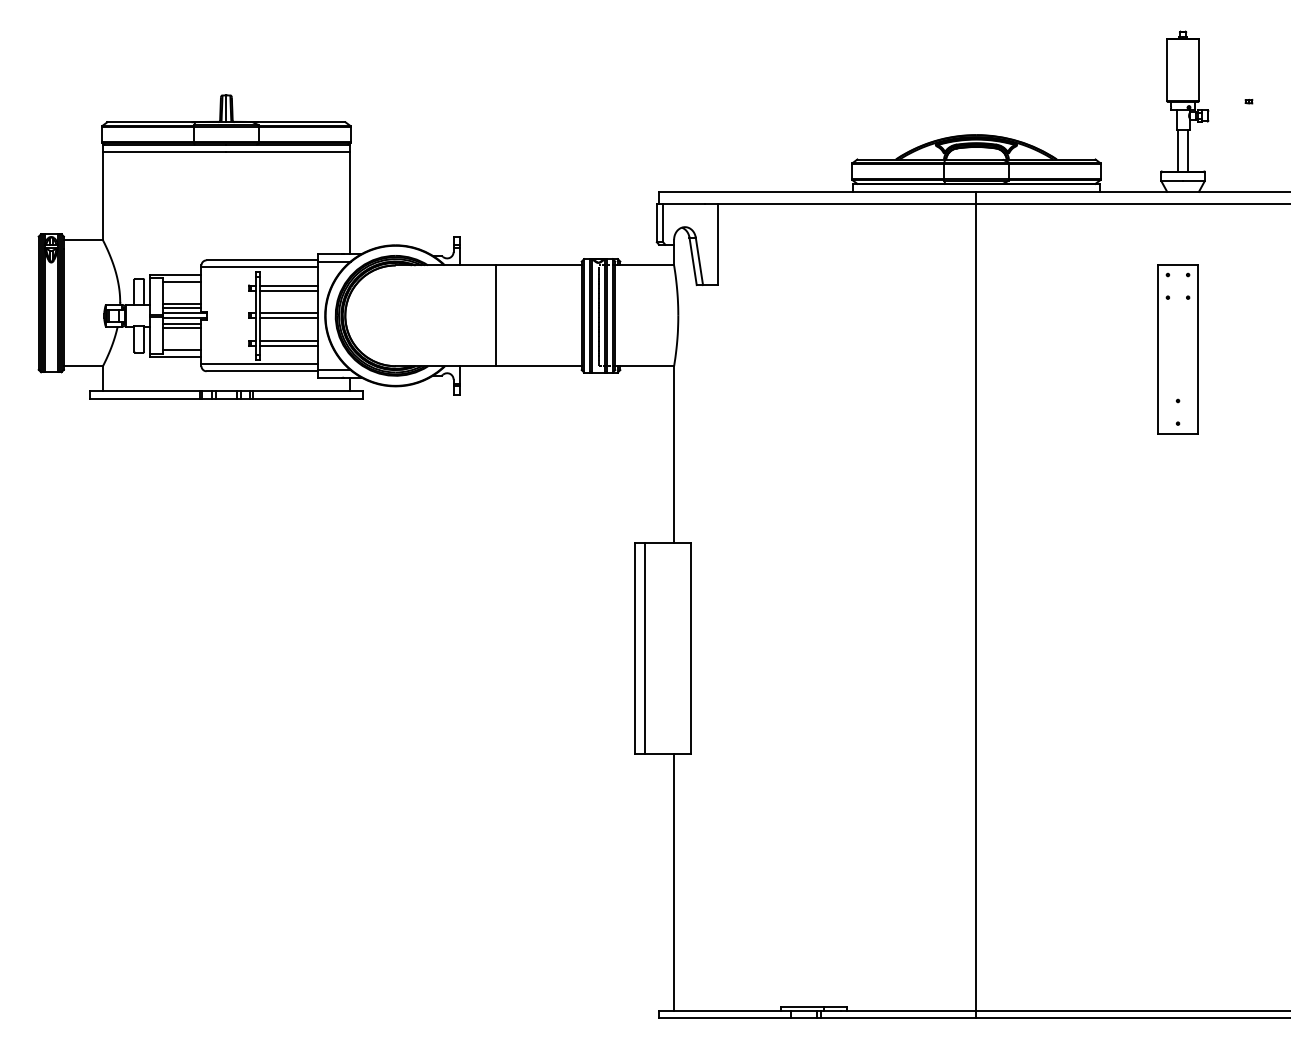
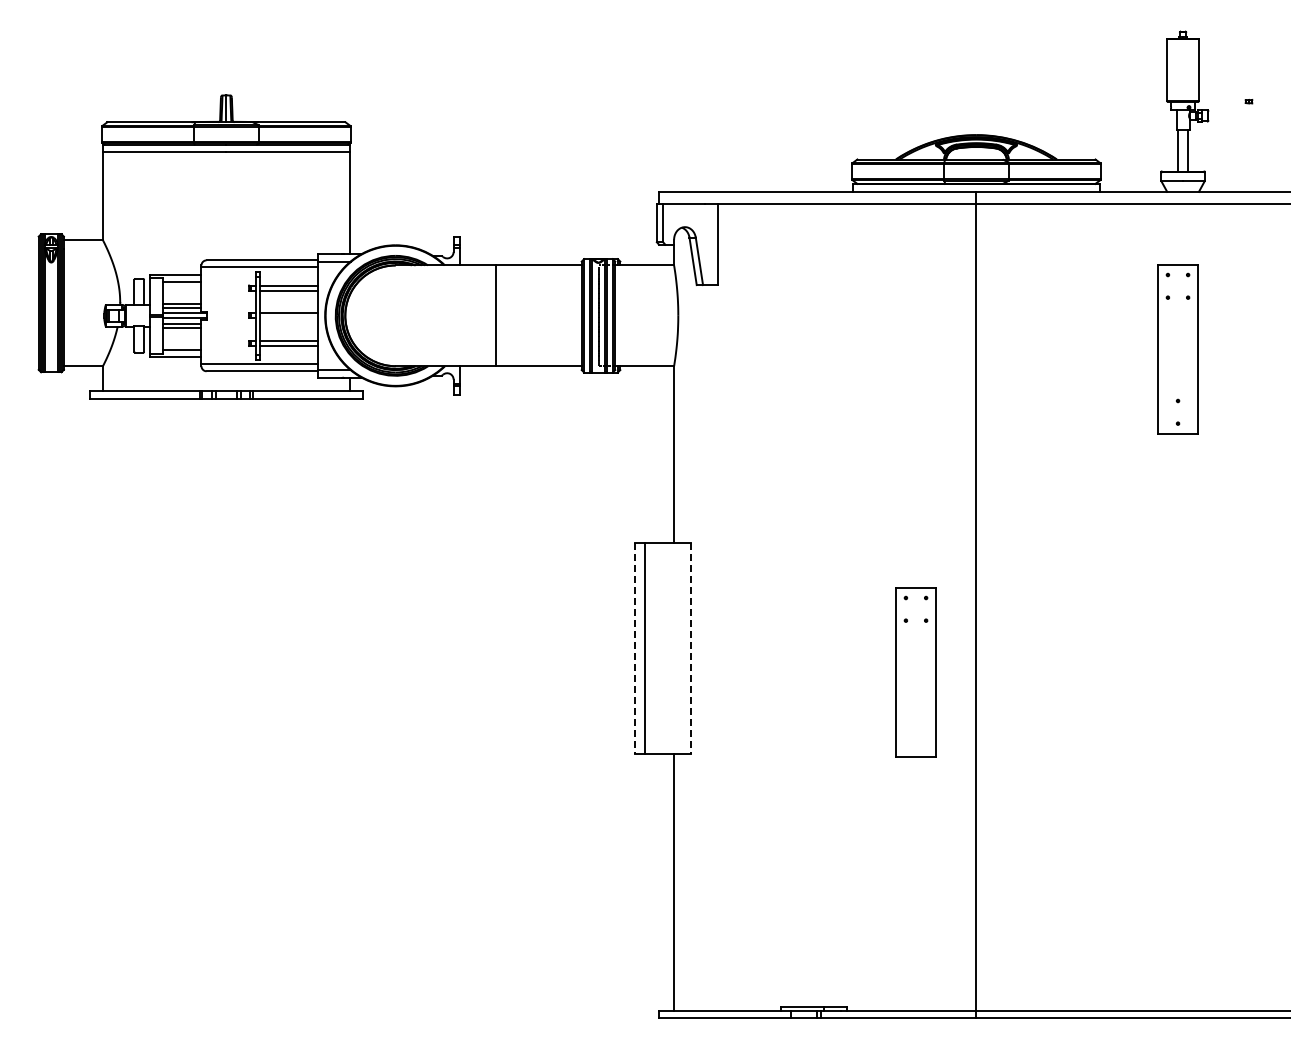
line at (288, 318): present -> none
line at (635, 648): solid -> dashed
line at (690, 648): solid -> dashed
part at (915, 672): none -> present
